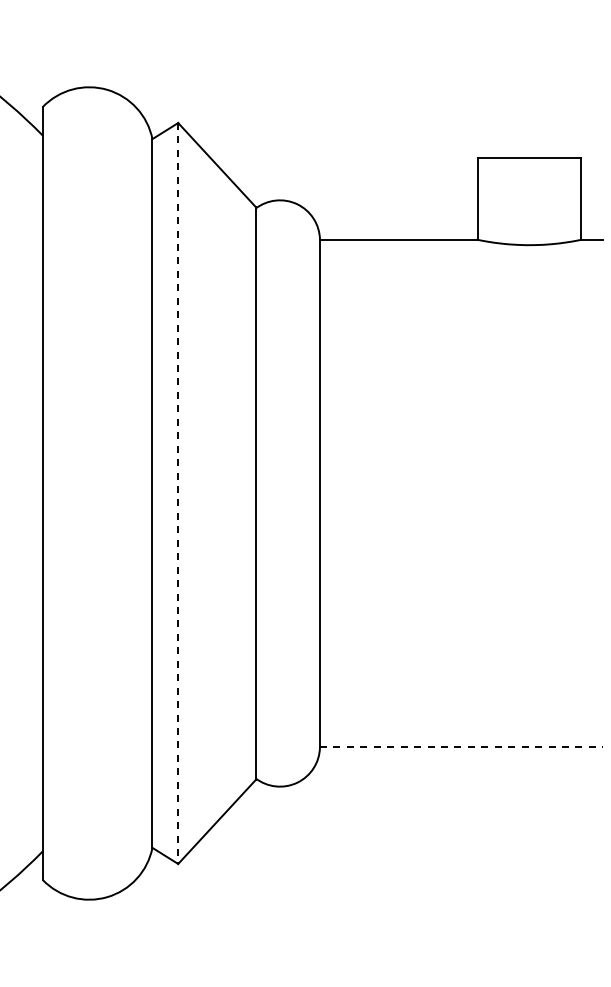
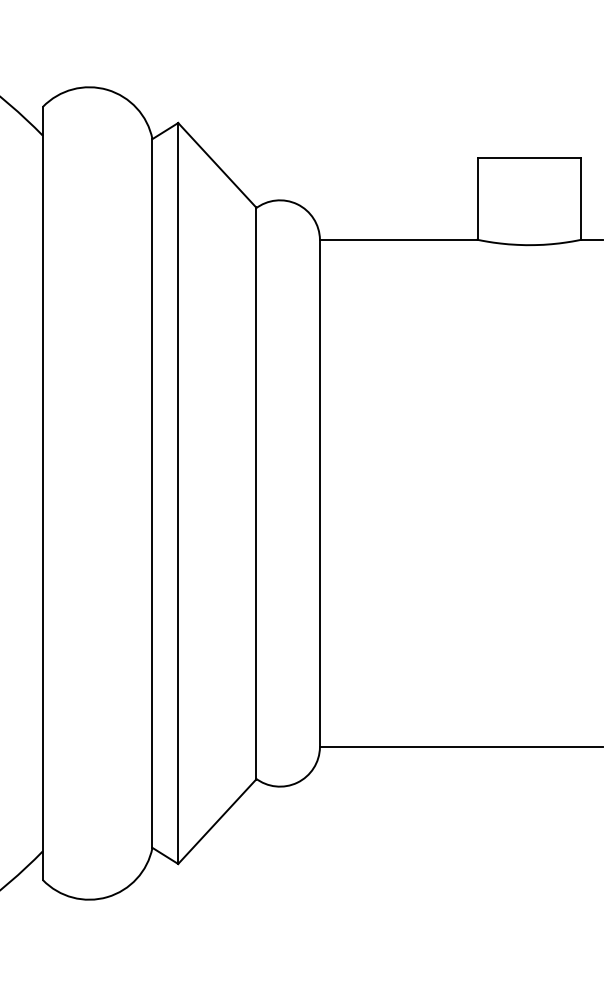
line at (178, 494): dashed -> solid
line at (461, 747): dashed -> solid
